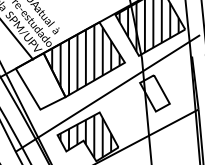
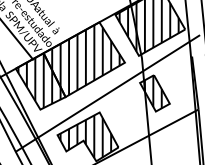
hatch at (39, 80): none -> present
hatch at (152, 91): none -> present
